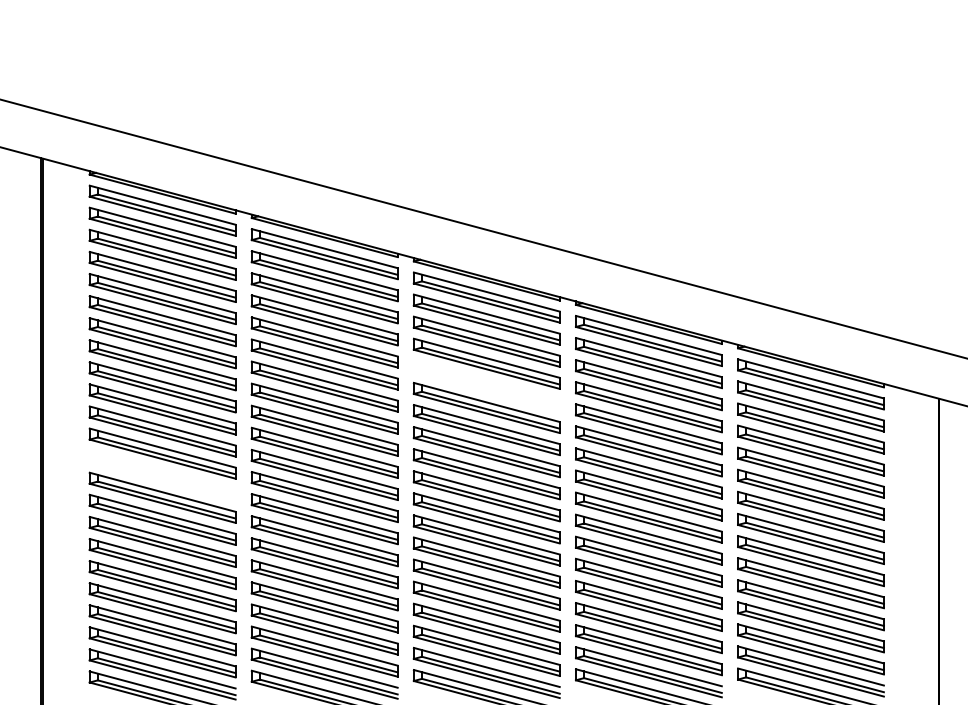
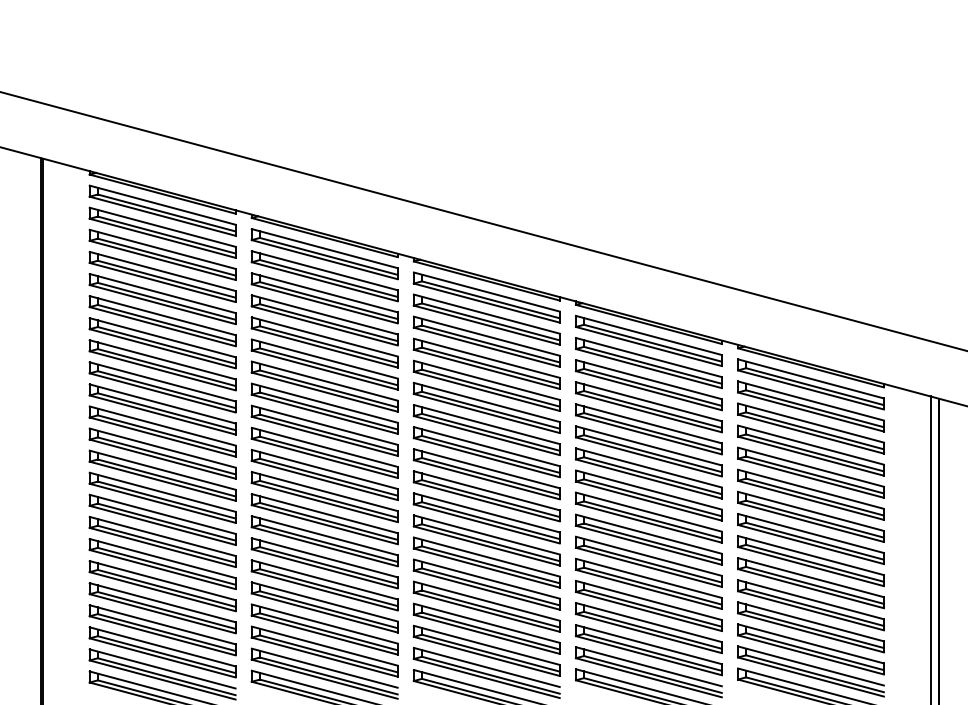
line at (483, 228) position: (483, 228) -> (483, 221)
part at (486, 385): none -> present
part at (162, 475): none -> present
line at (930, 548): none -> present
